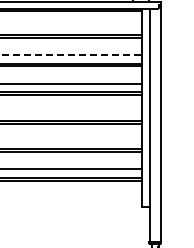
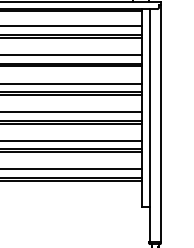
line at (72, 26): none -> present
line at (71, 54): dashed -> solid
line at (72, 112): none -> present
line at (72, 140): none -> present
